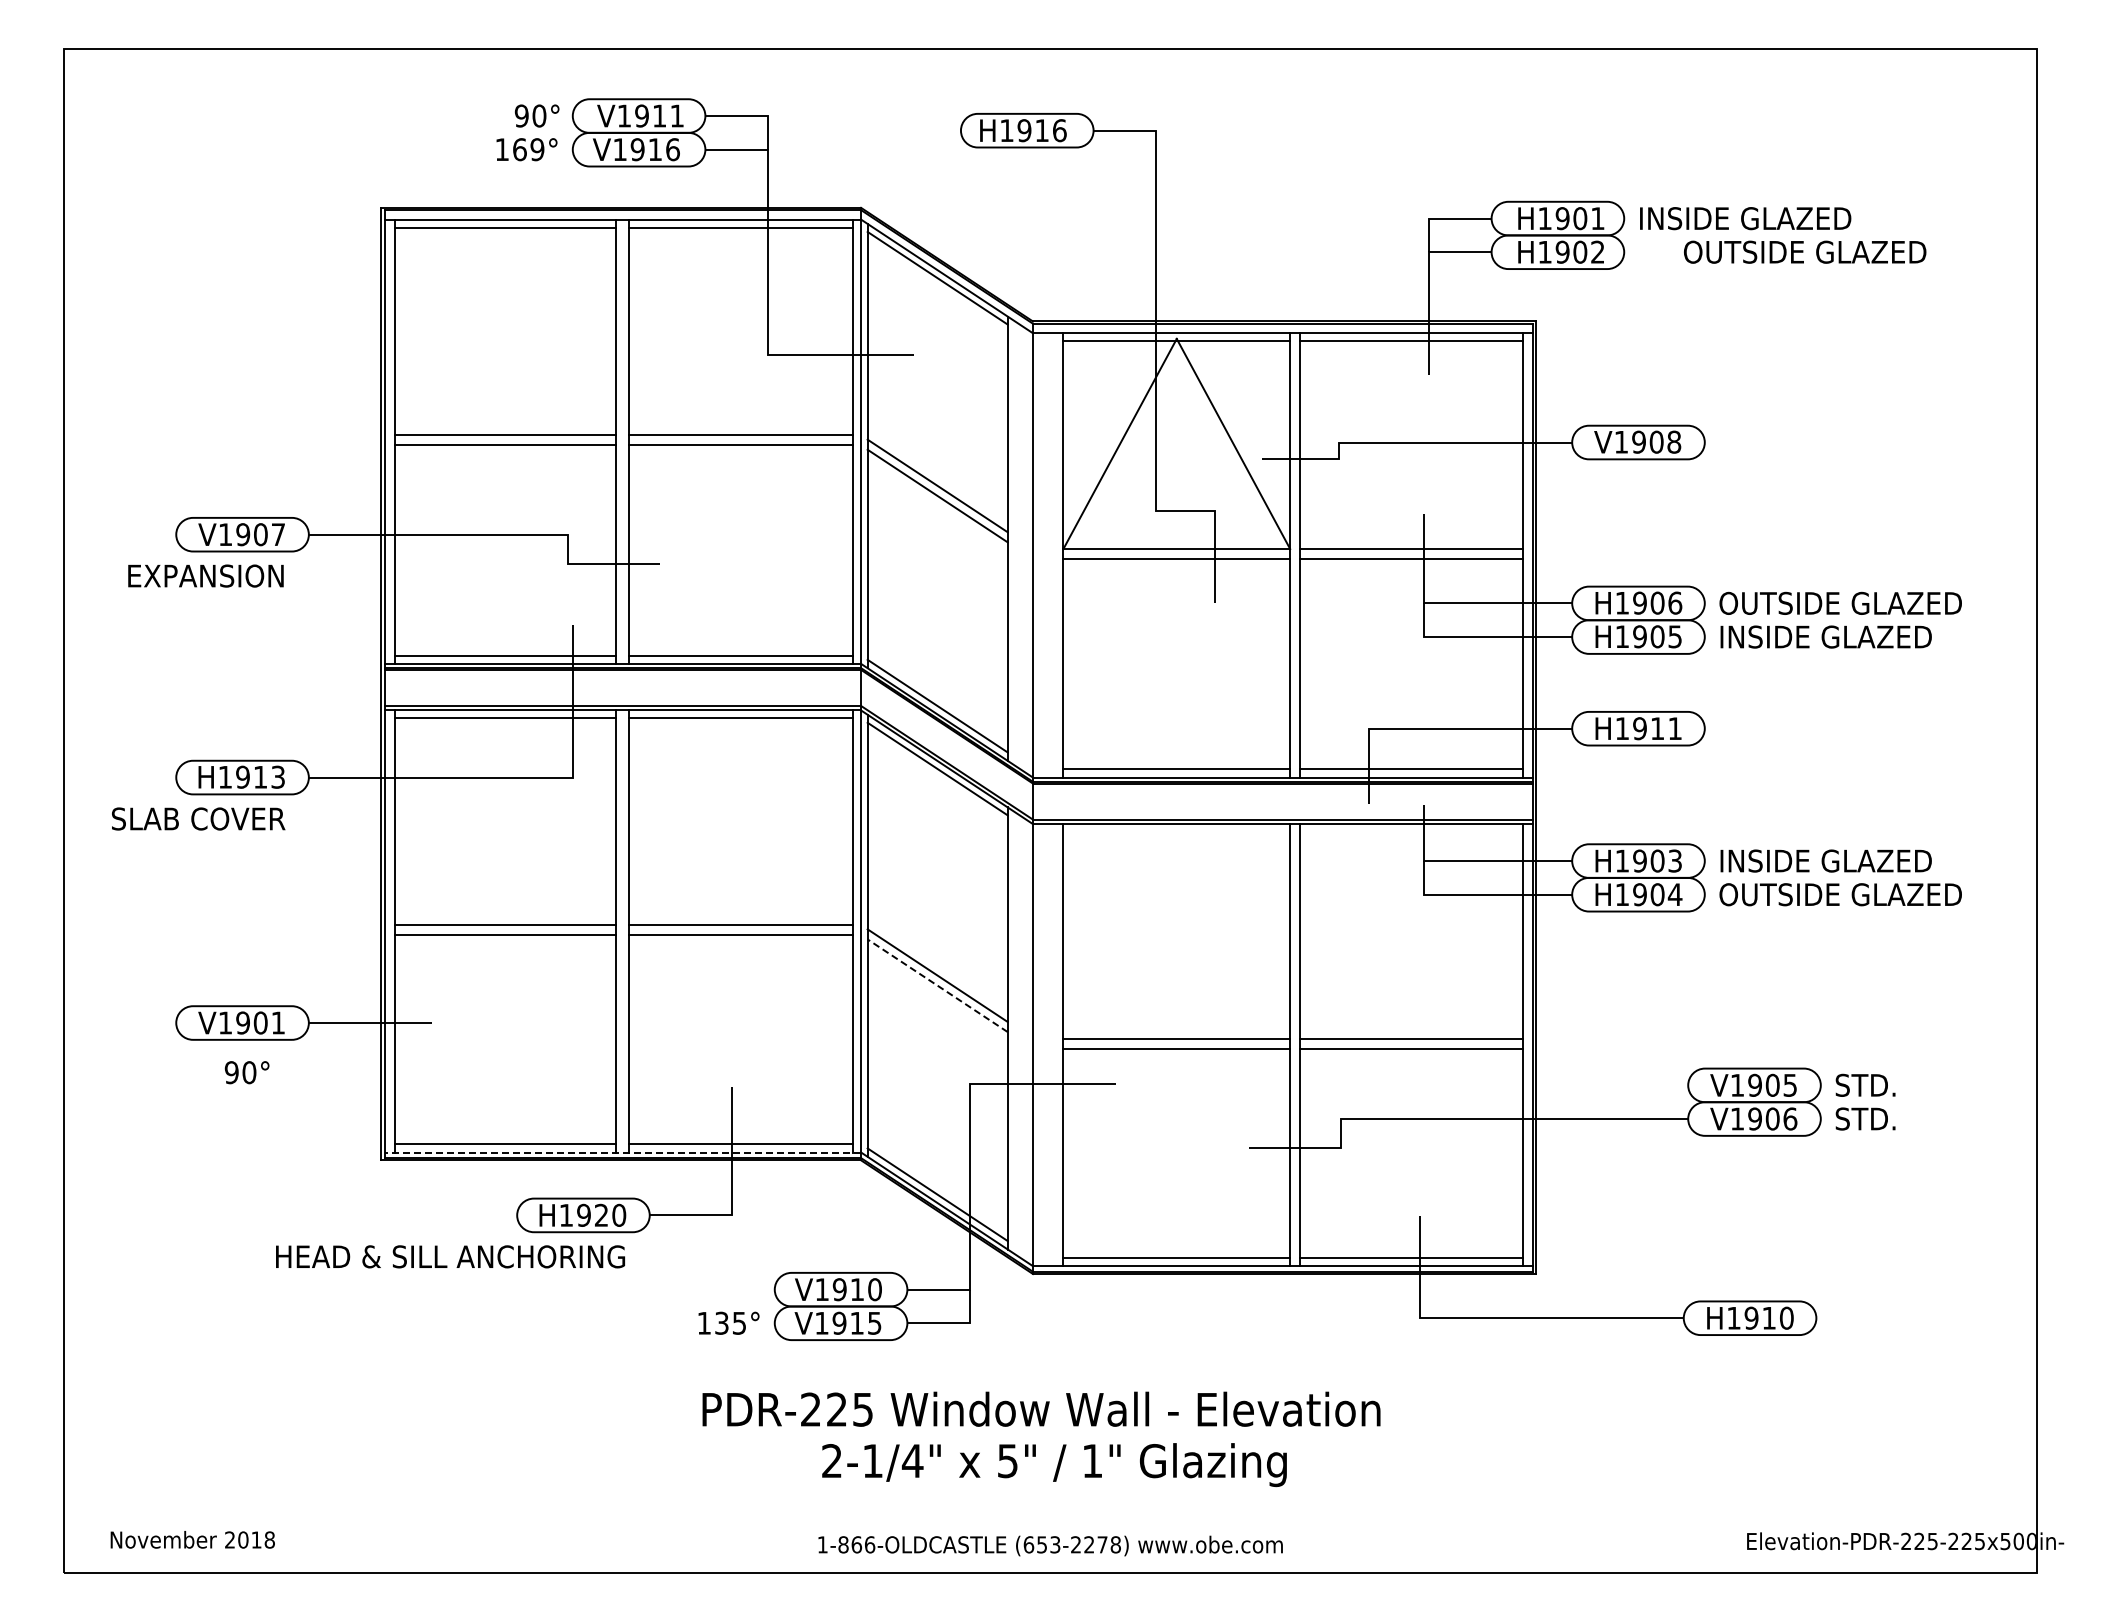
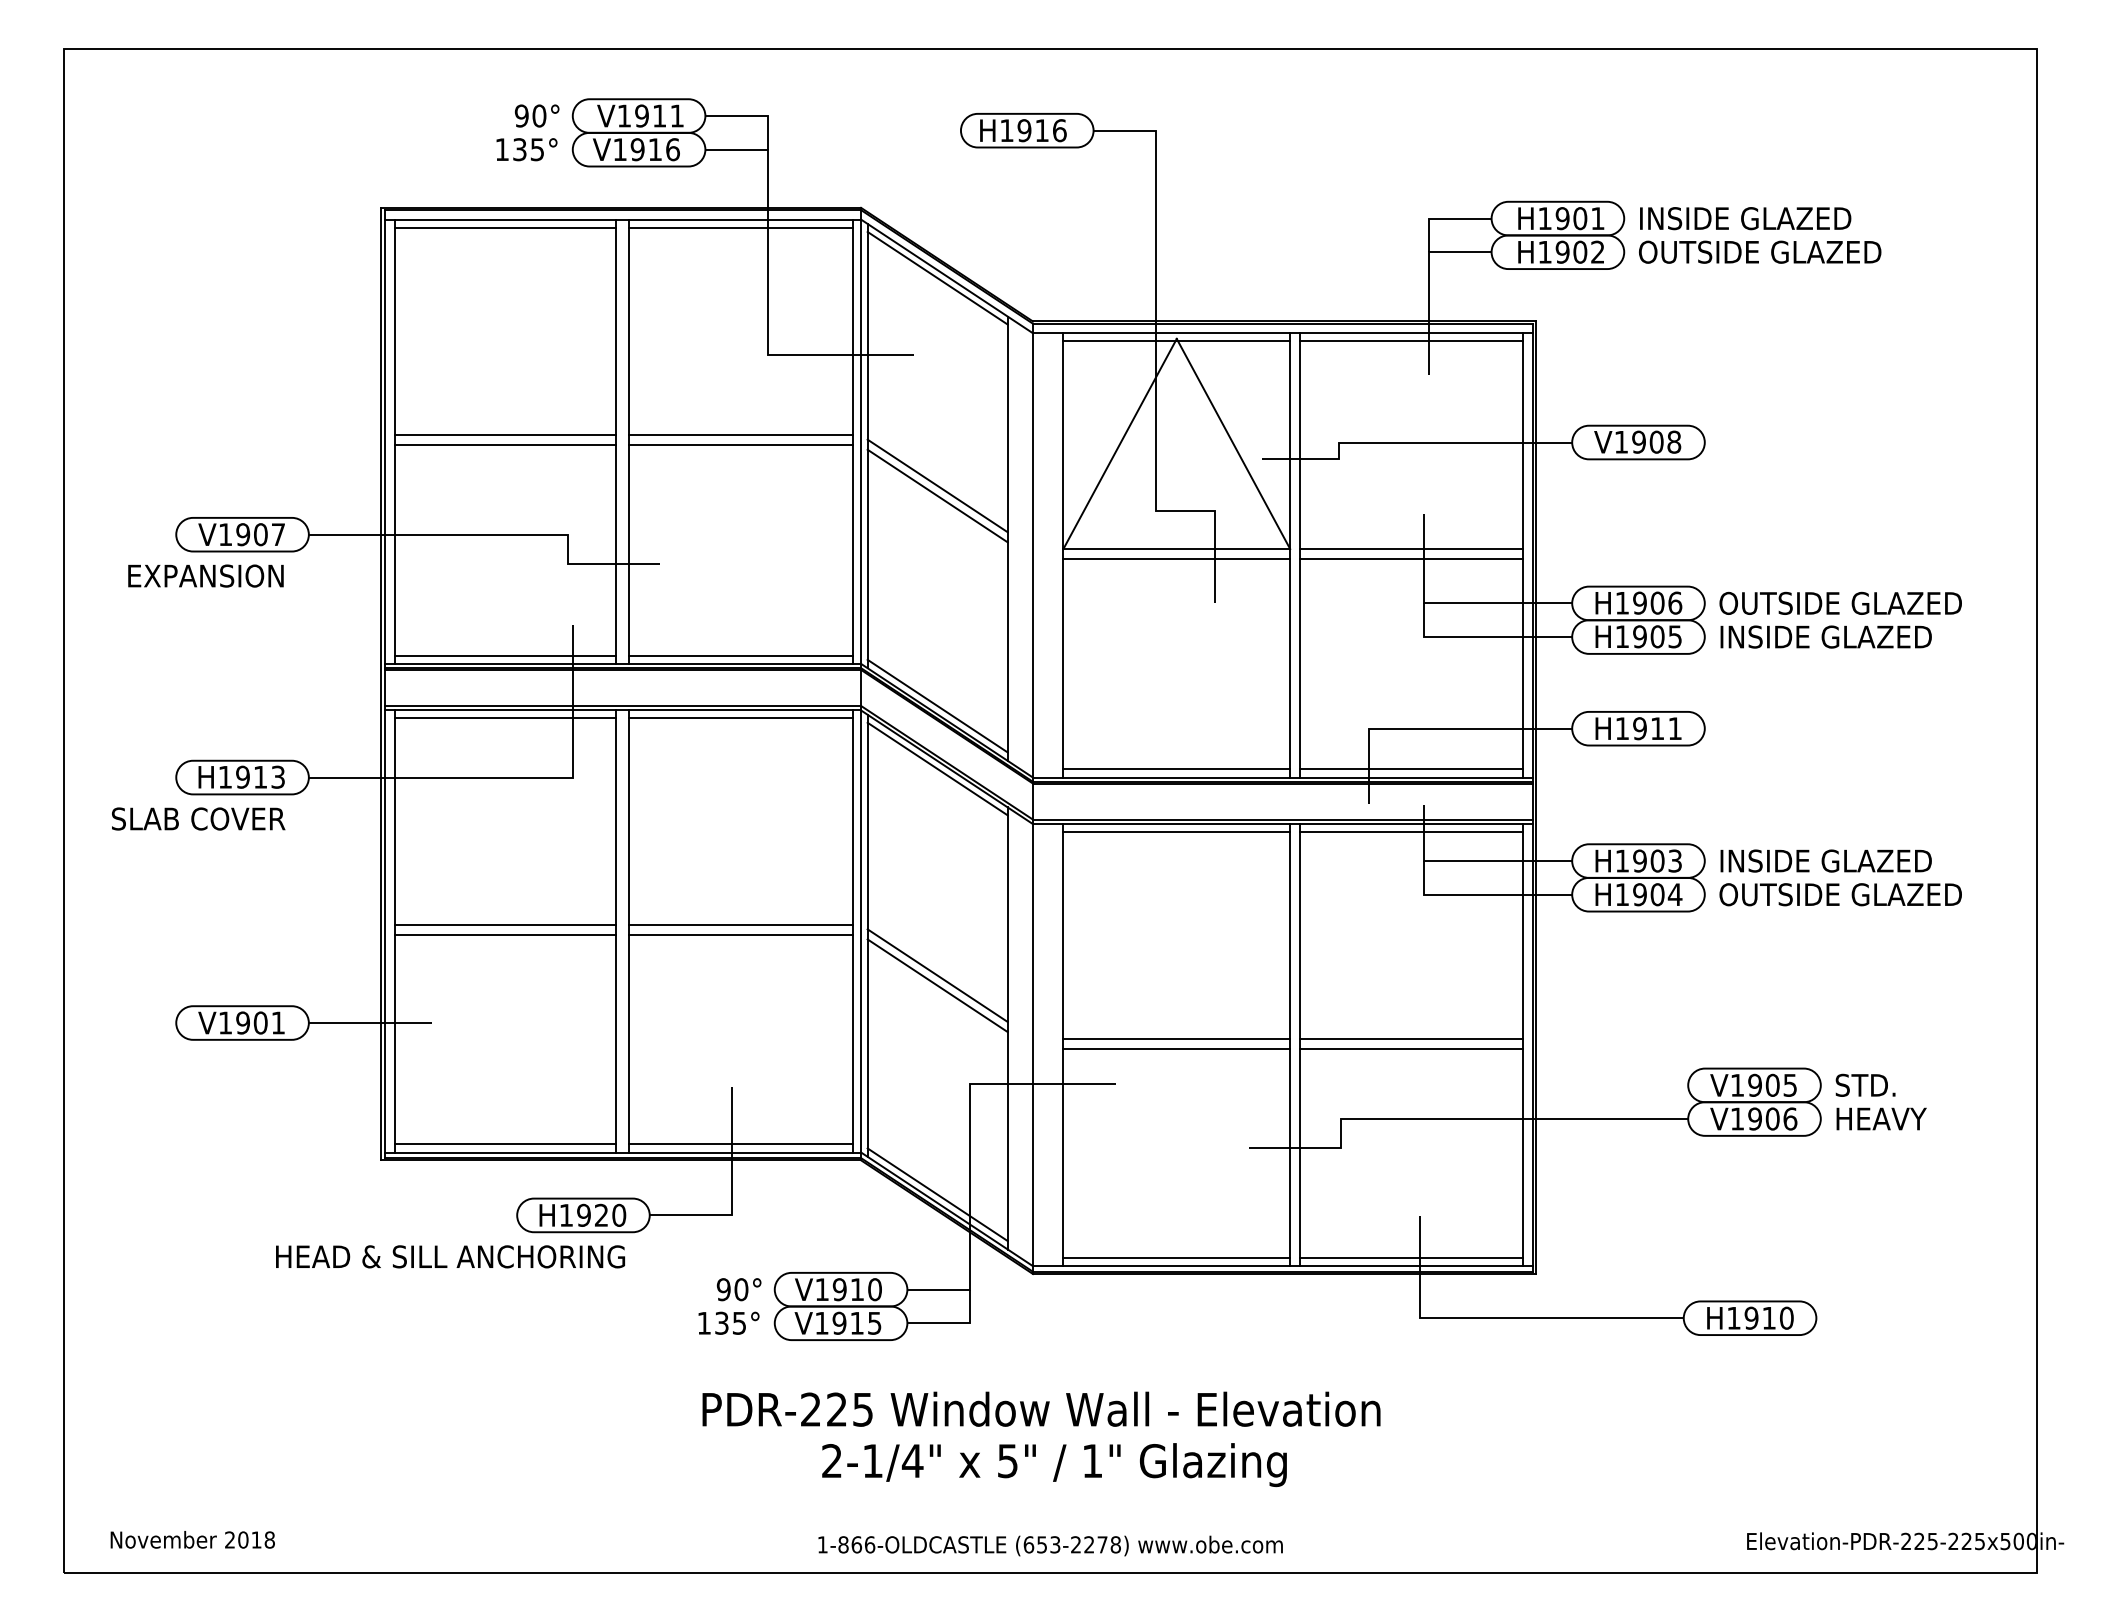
text at (528, 149): 169° -> 135°
text at (1805, 251) position: (1805, 251) -> (1760, 251)
line at (1176, 832): none -> present
line at (1411, 832): none -> present
line at (937, 985): dashed -> solid
text at (246, 1072) position: (246, 1072) -> (738, 1289)
text at (1880, 1118): STD. -> HEAVY
line at (622, 1152): dashed -> solid
